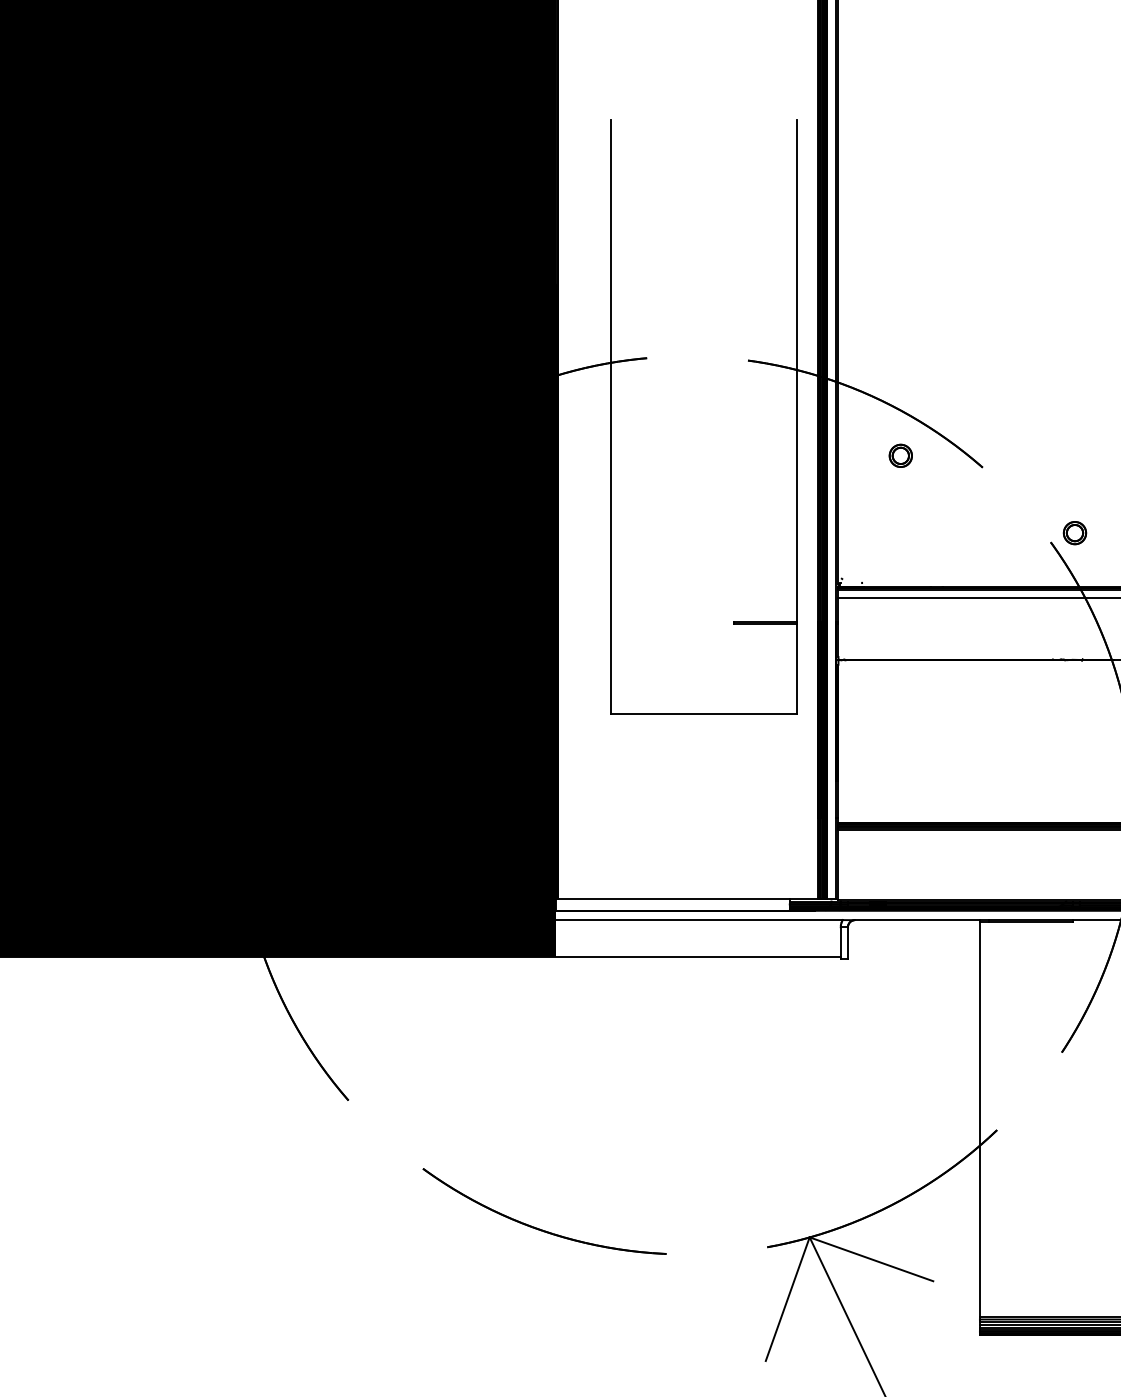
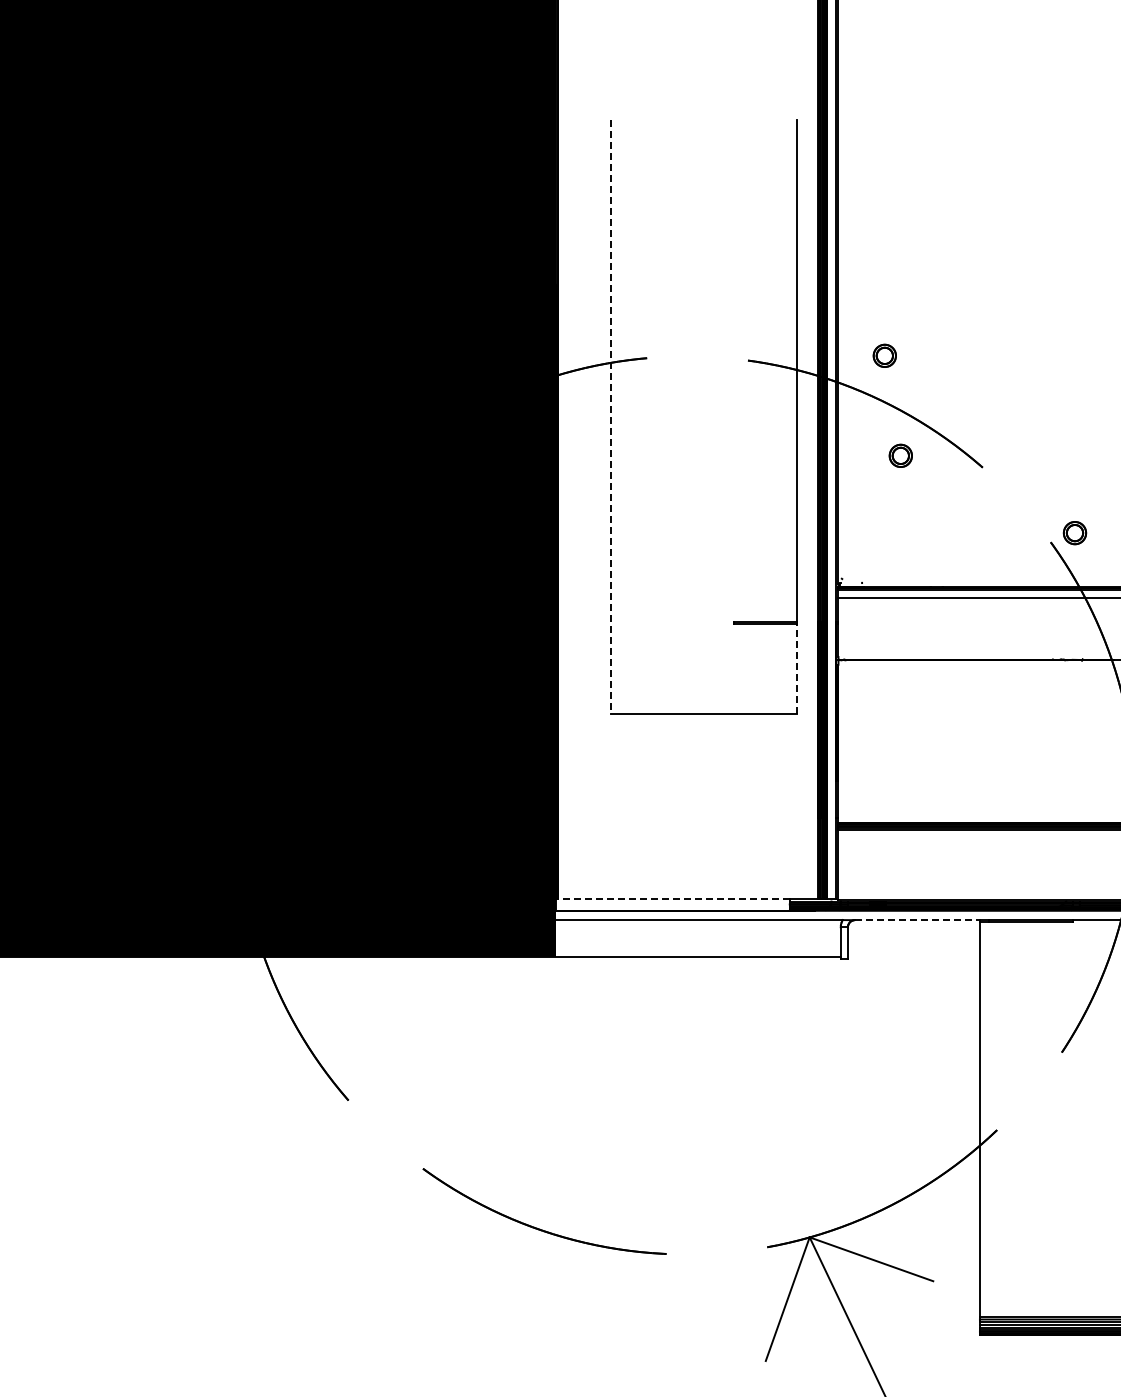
part at (884, 355): none -> present
line at (611, 416): solid -> dashed
line at (796, 669): solid -> dashed
line at (673, 899): solid -> dashed
line at (918, 920): solid -> dashed
